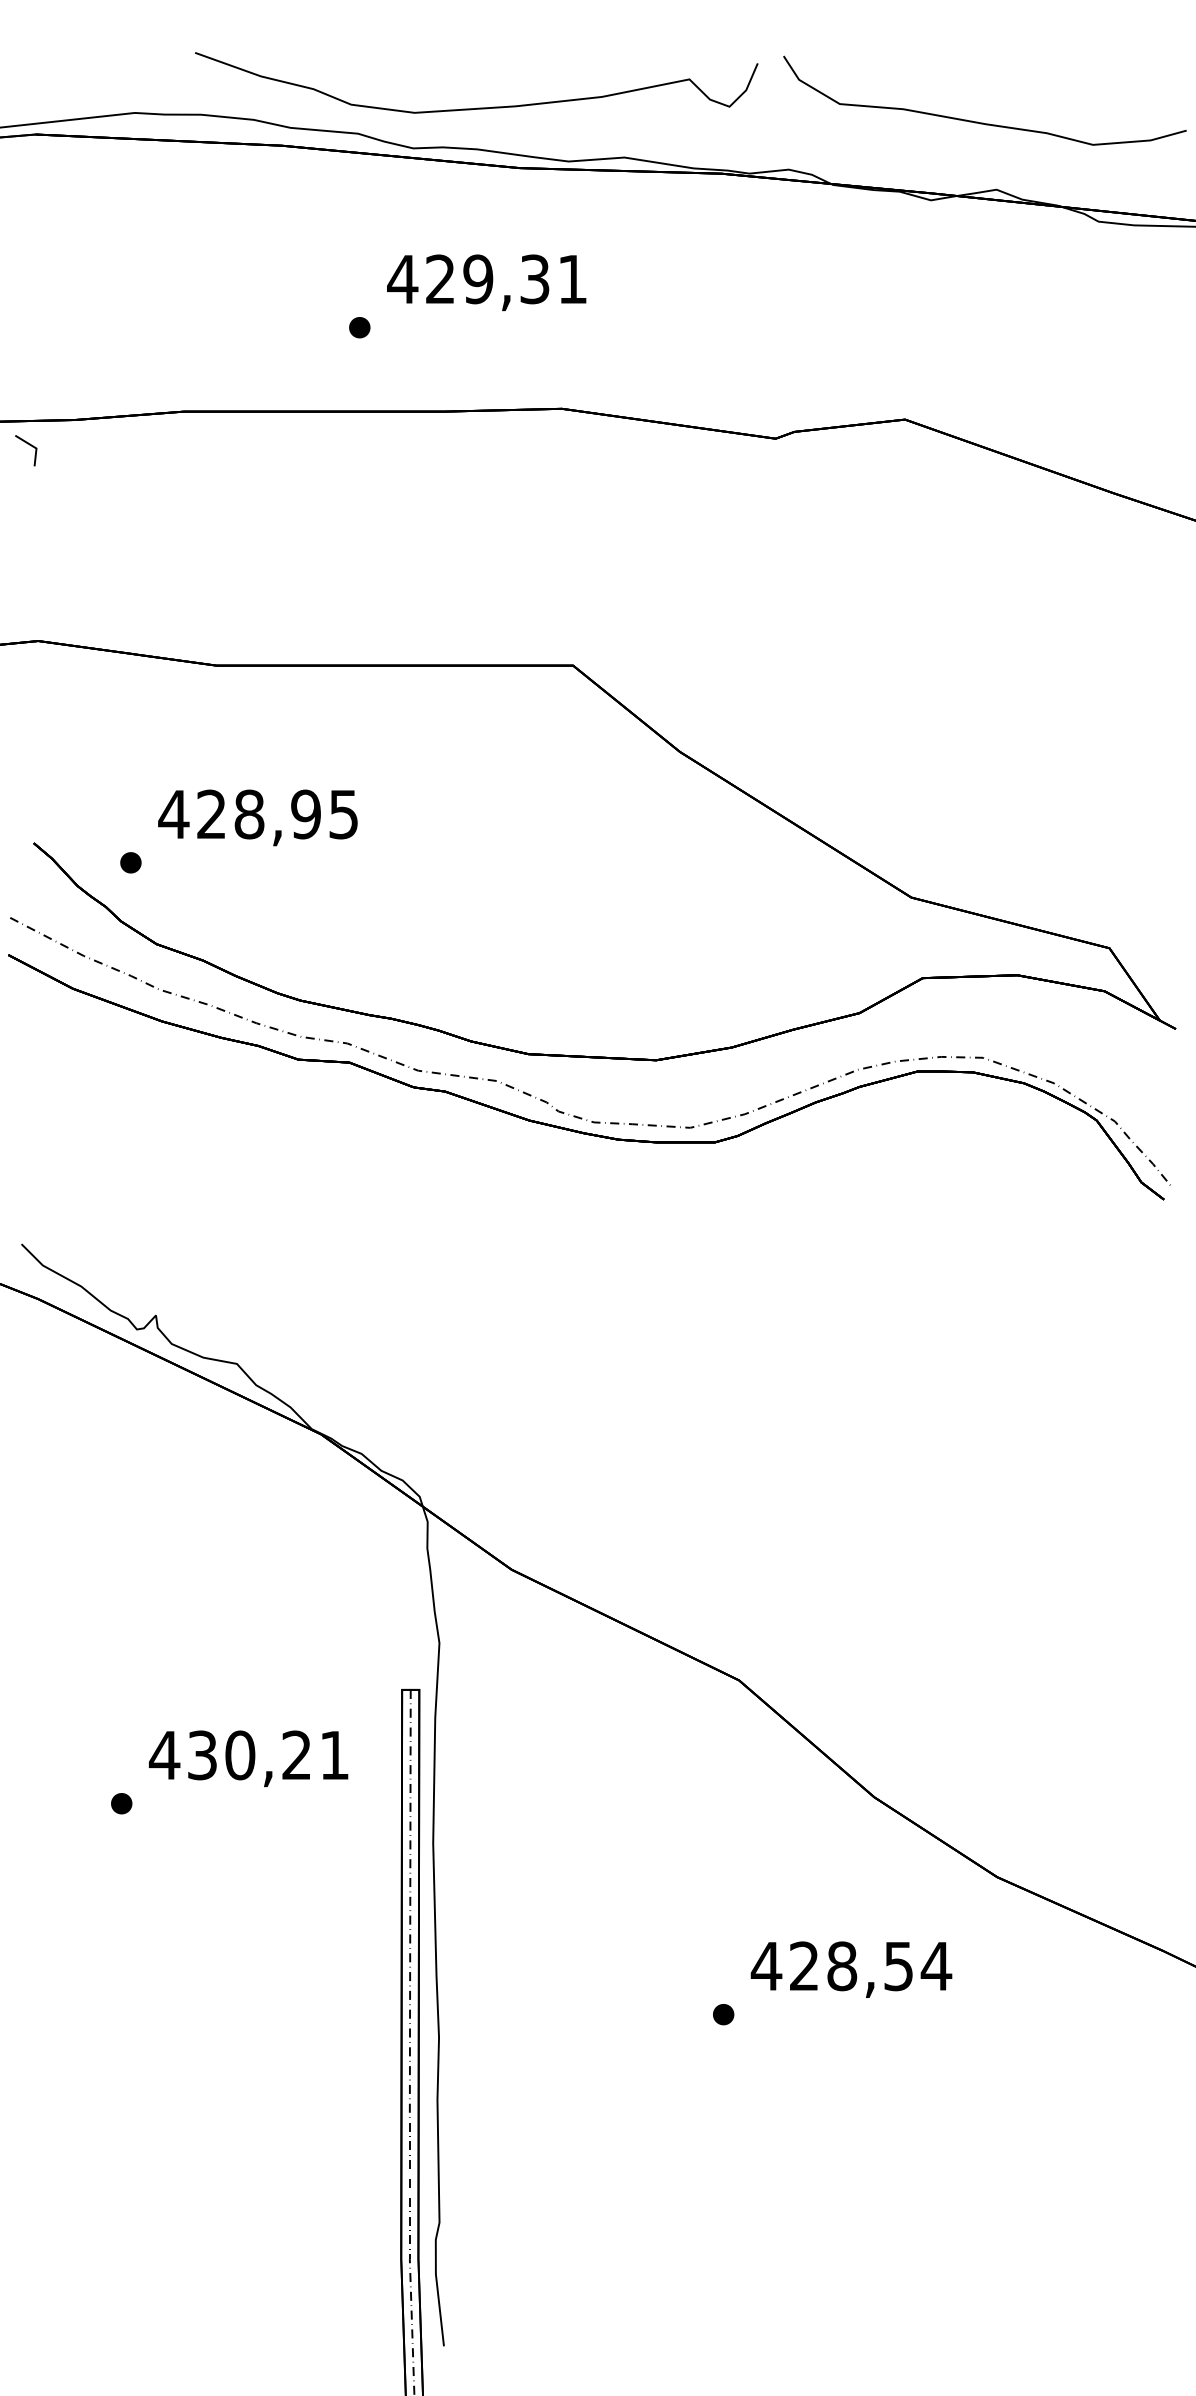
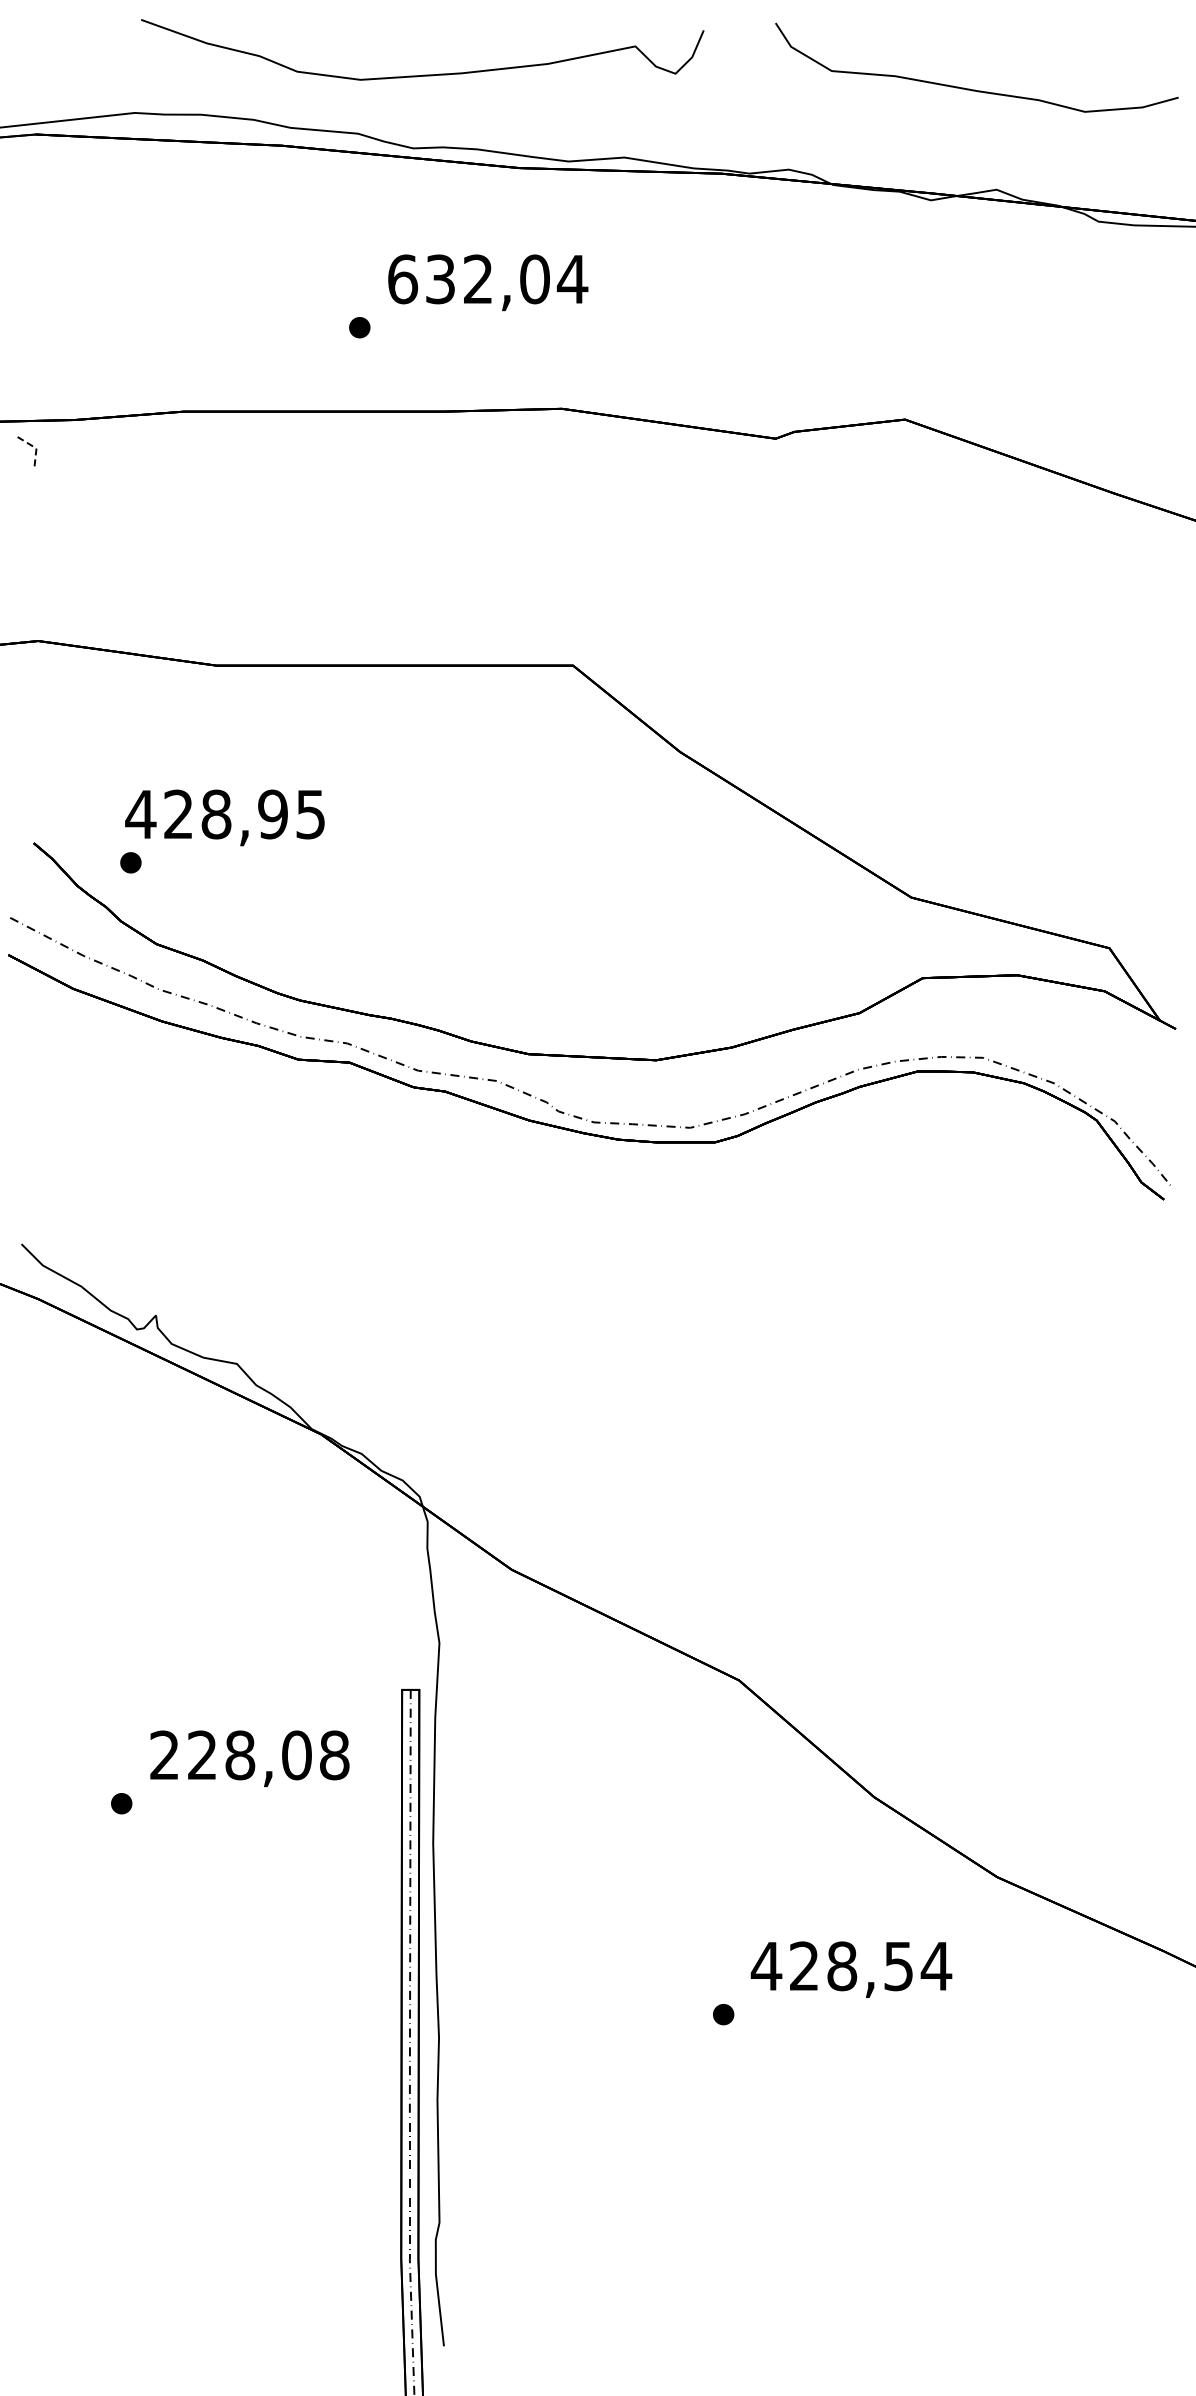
curve at (477, 107) position: (477, 107) -> (423, 74)
curve at (983, 122) position: (983, 122) -> (975, 89)
text at (487, 279): 429,31 -> 632,04
line at (33, 446): solid -> dashed
text at (257, 817) position: (257, 817) -> (224, 817)
text at (248, 1755): 430,21 -> 228,08
